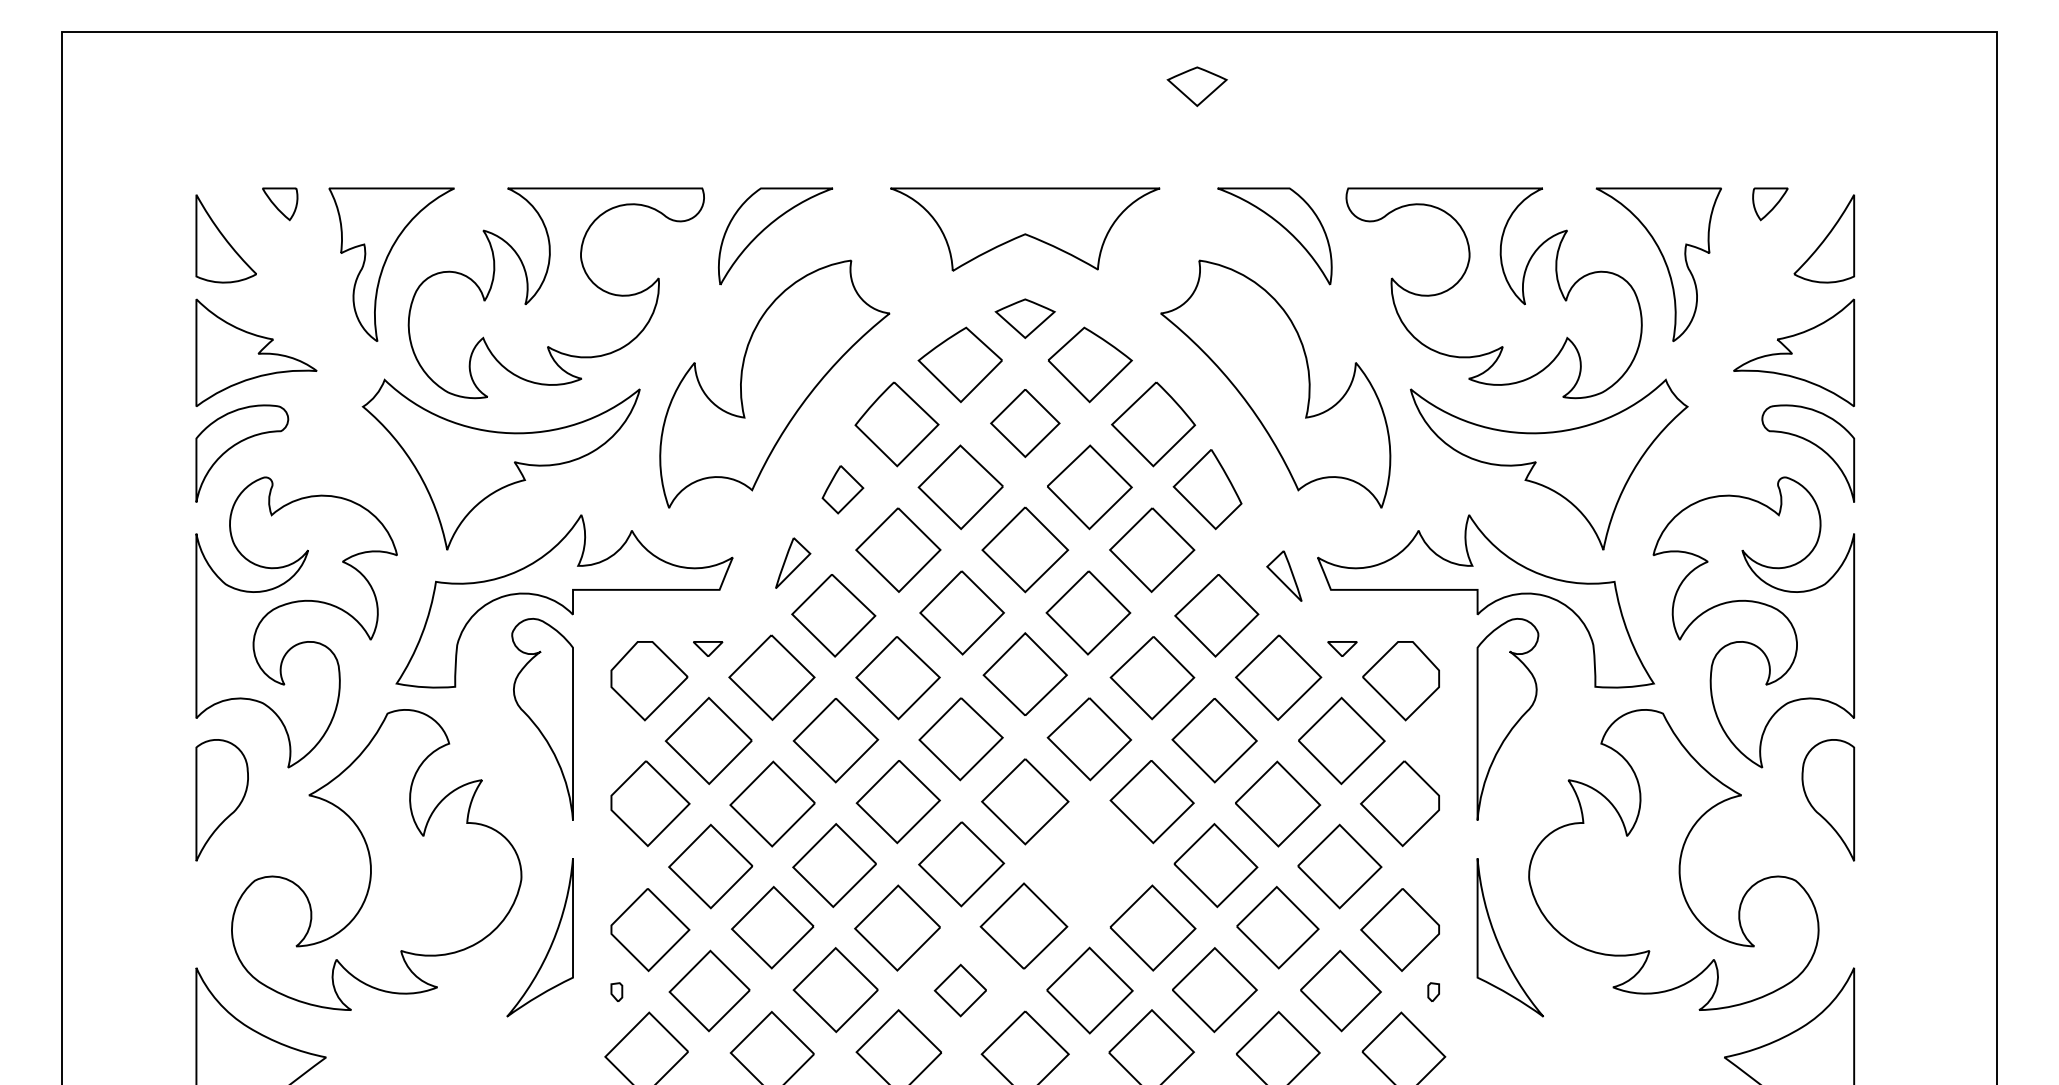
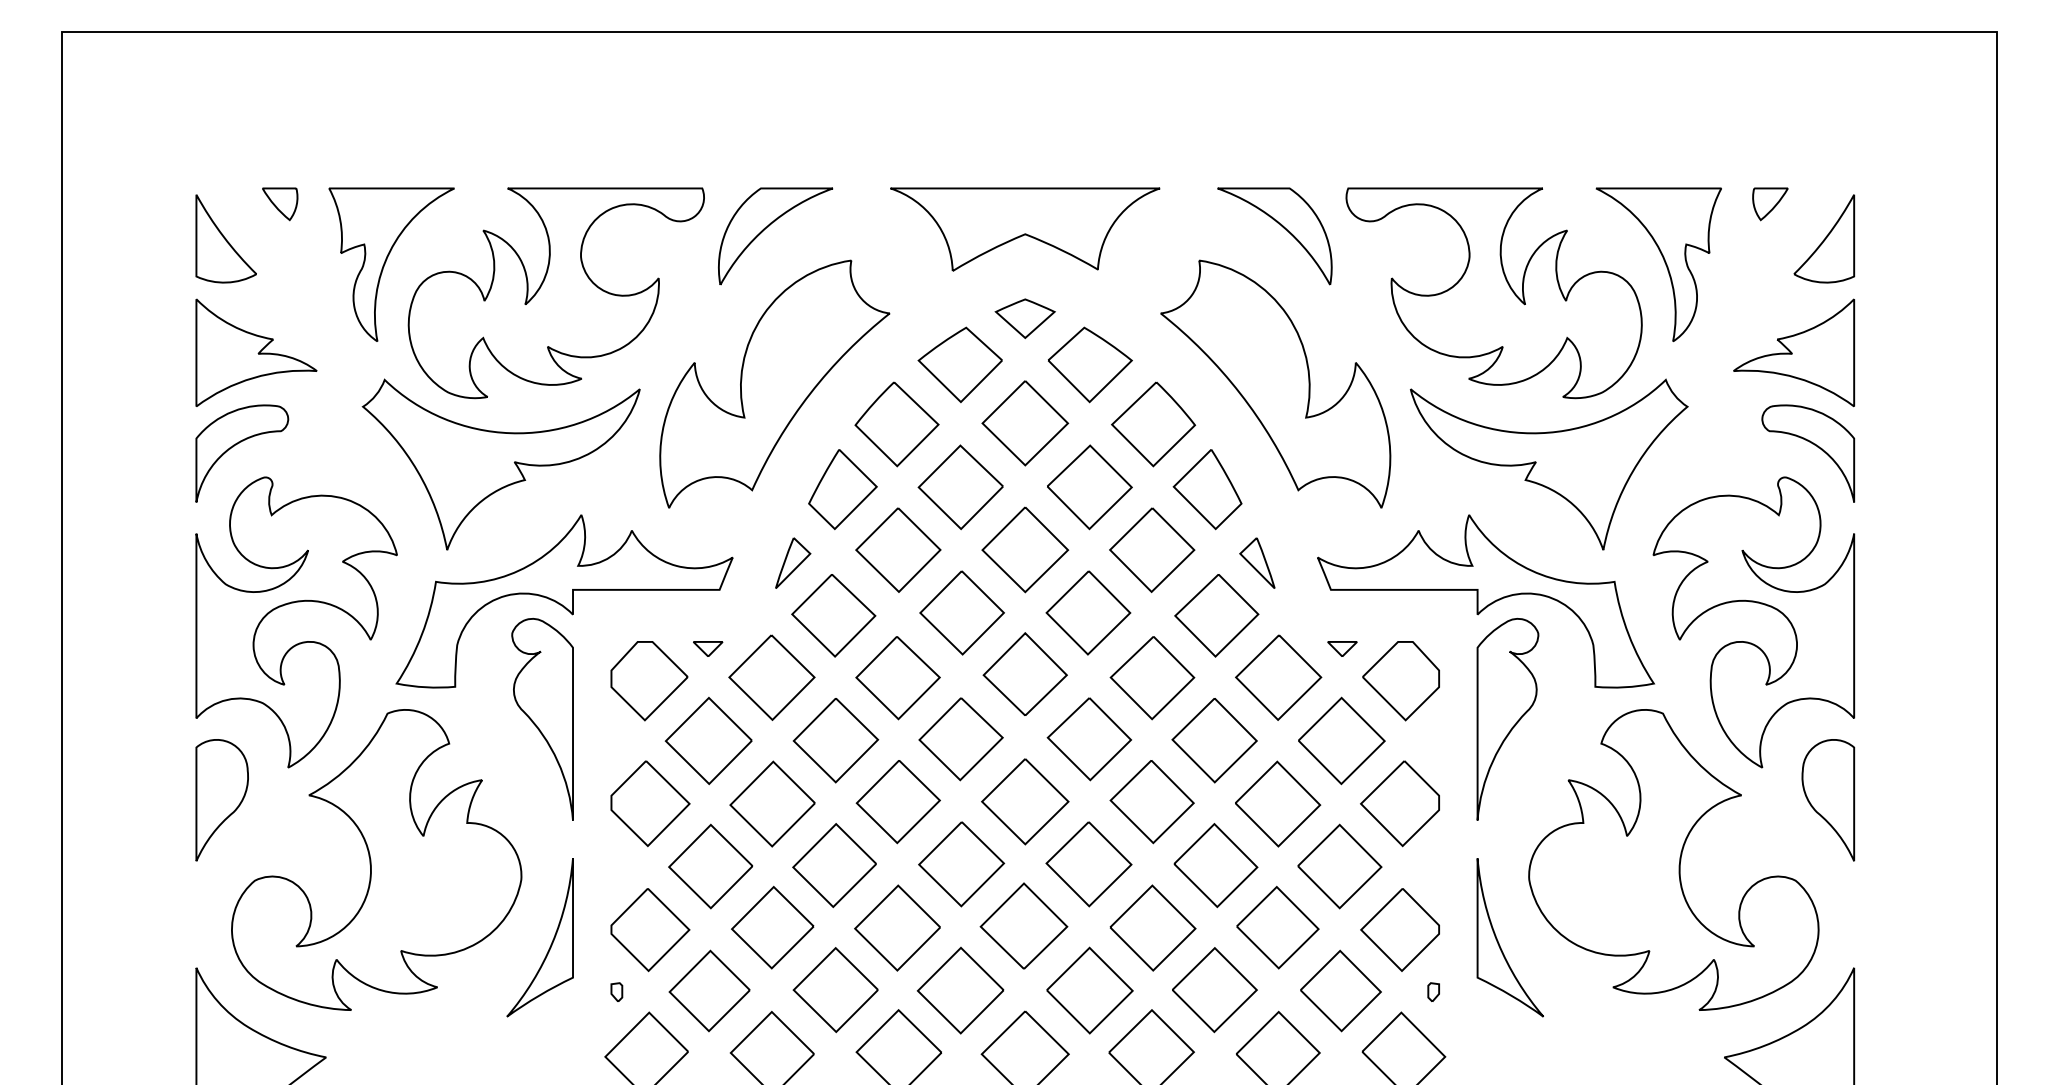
part at (1196, 86): present -> none
part at (1025, 423) size: 71x70 px -> 89x87 px
part at (842, 489) size: 44x50 px -> 70x82 px
part at (1284, 575) position: (1284, 575) -> (1257, 562)
part at (1088, 864): none -> present
part at (959, 990) size: 54x55 px -> 89x89 px
